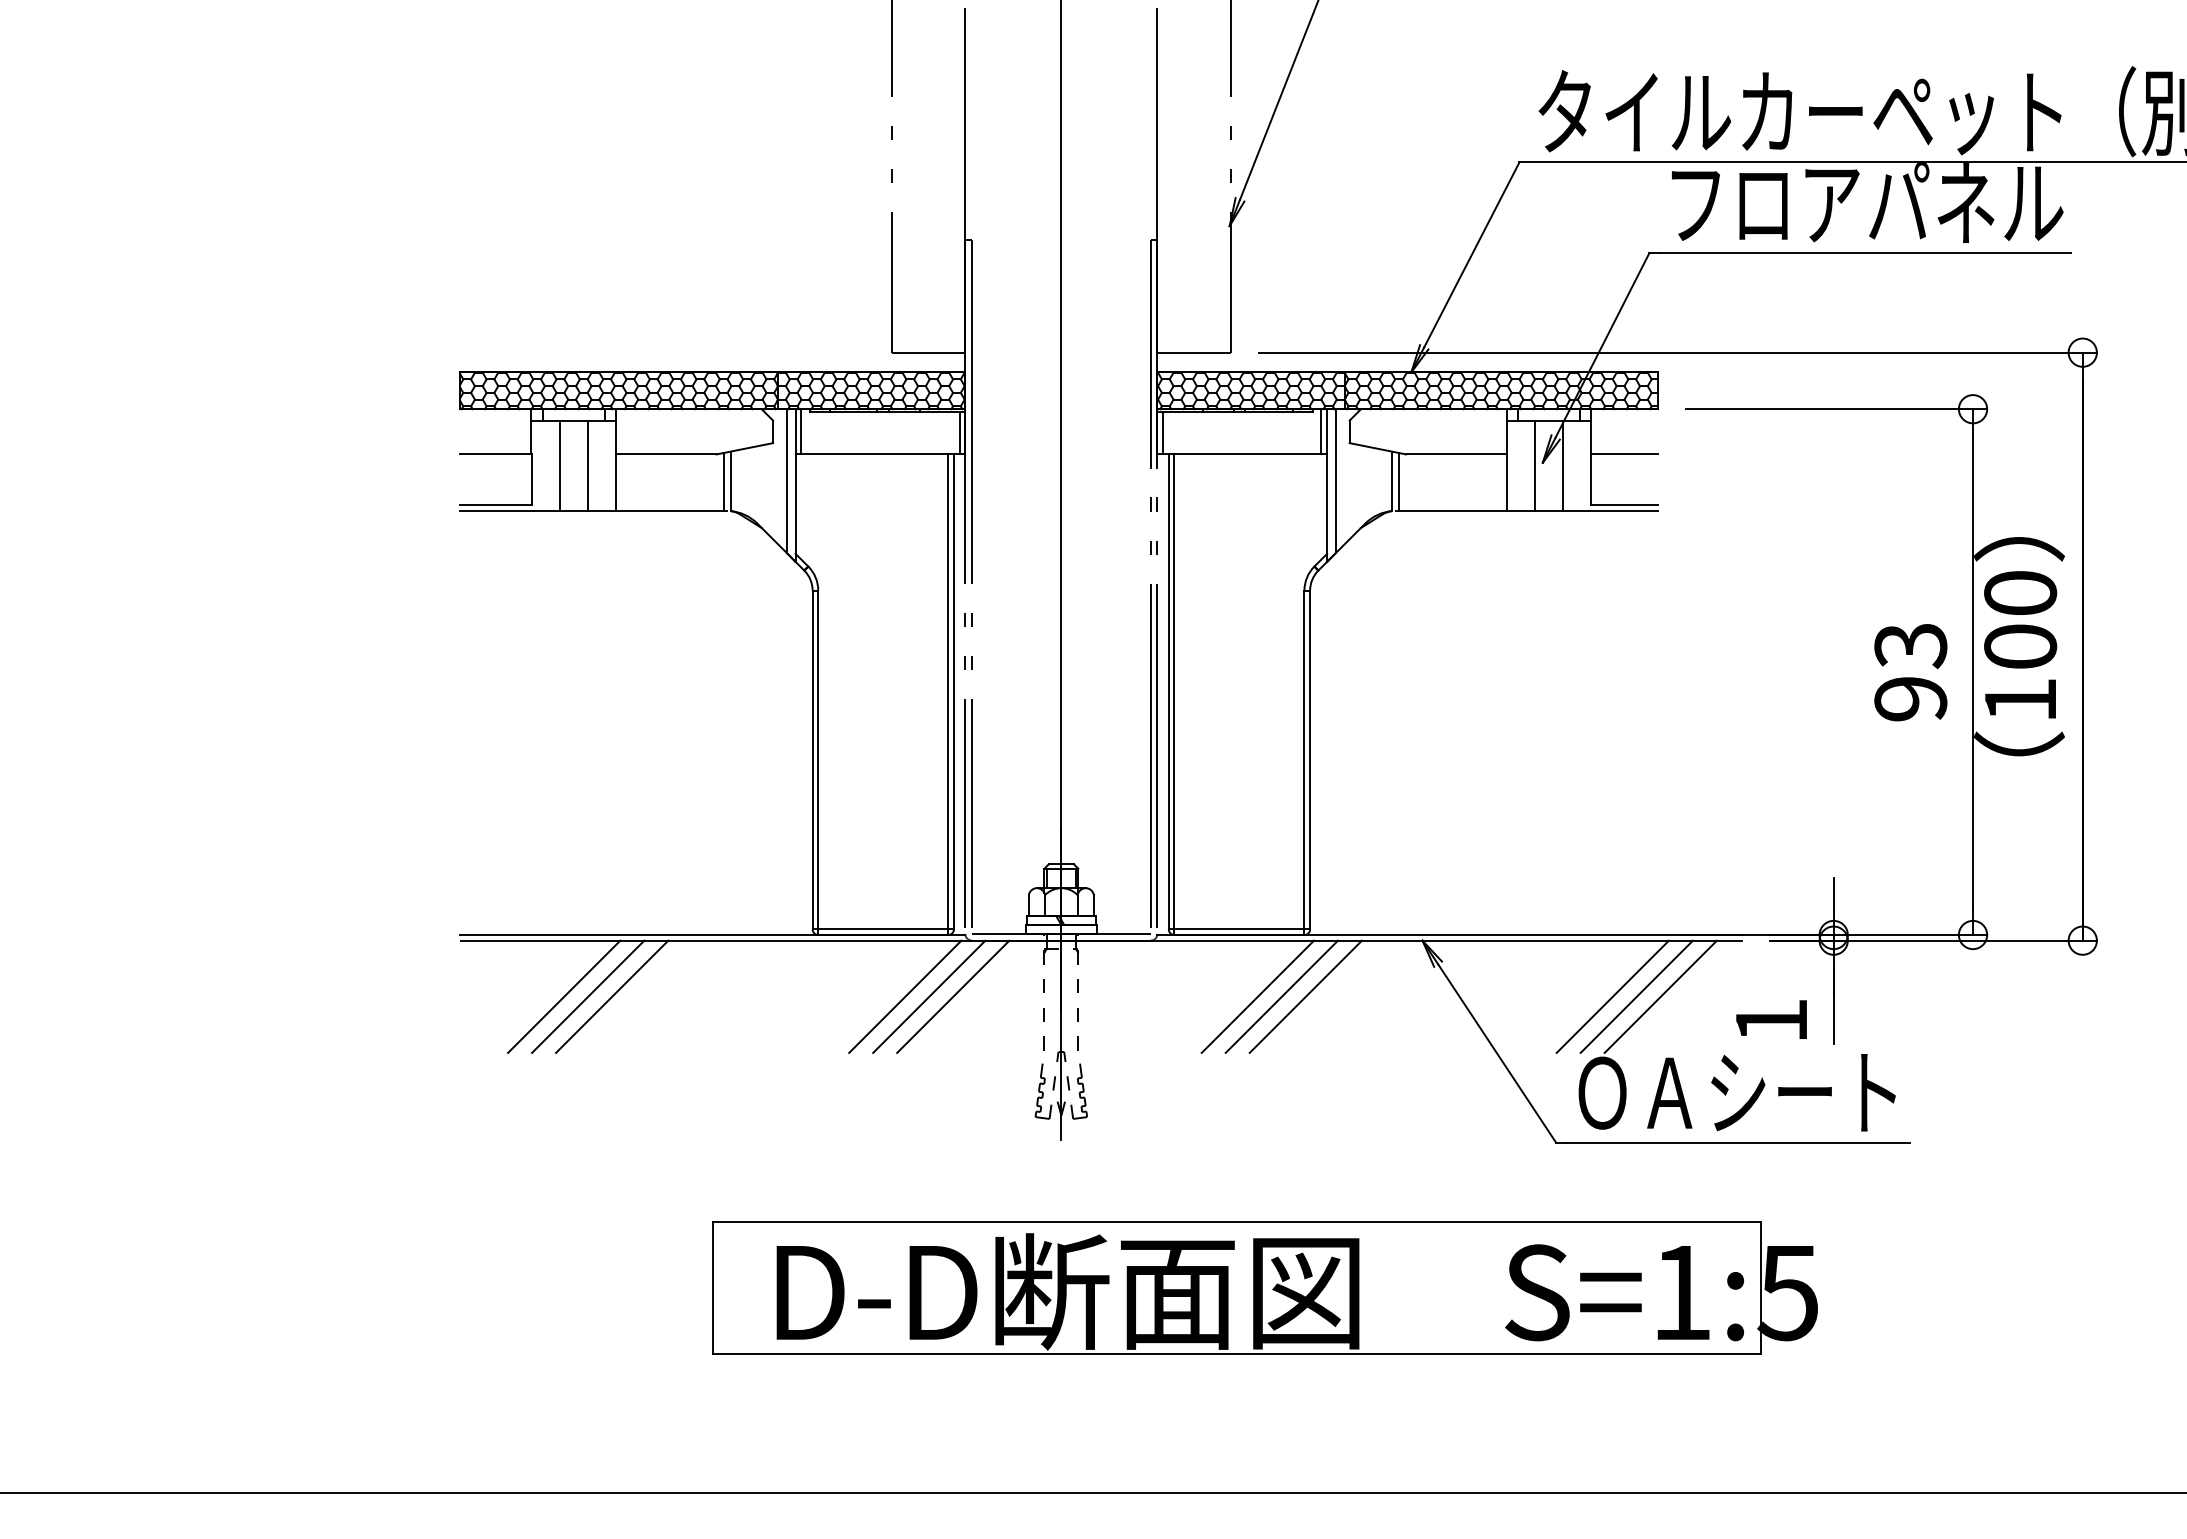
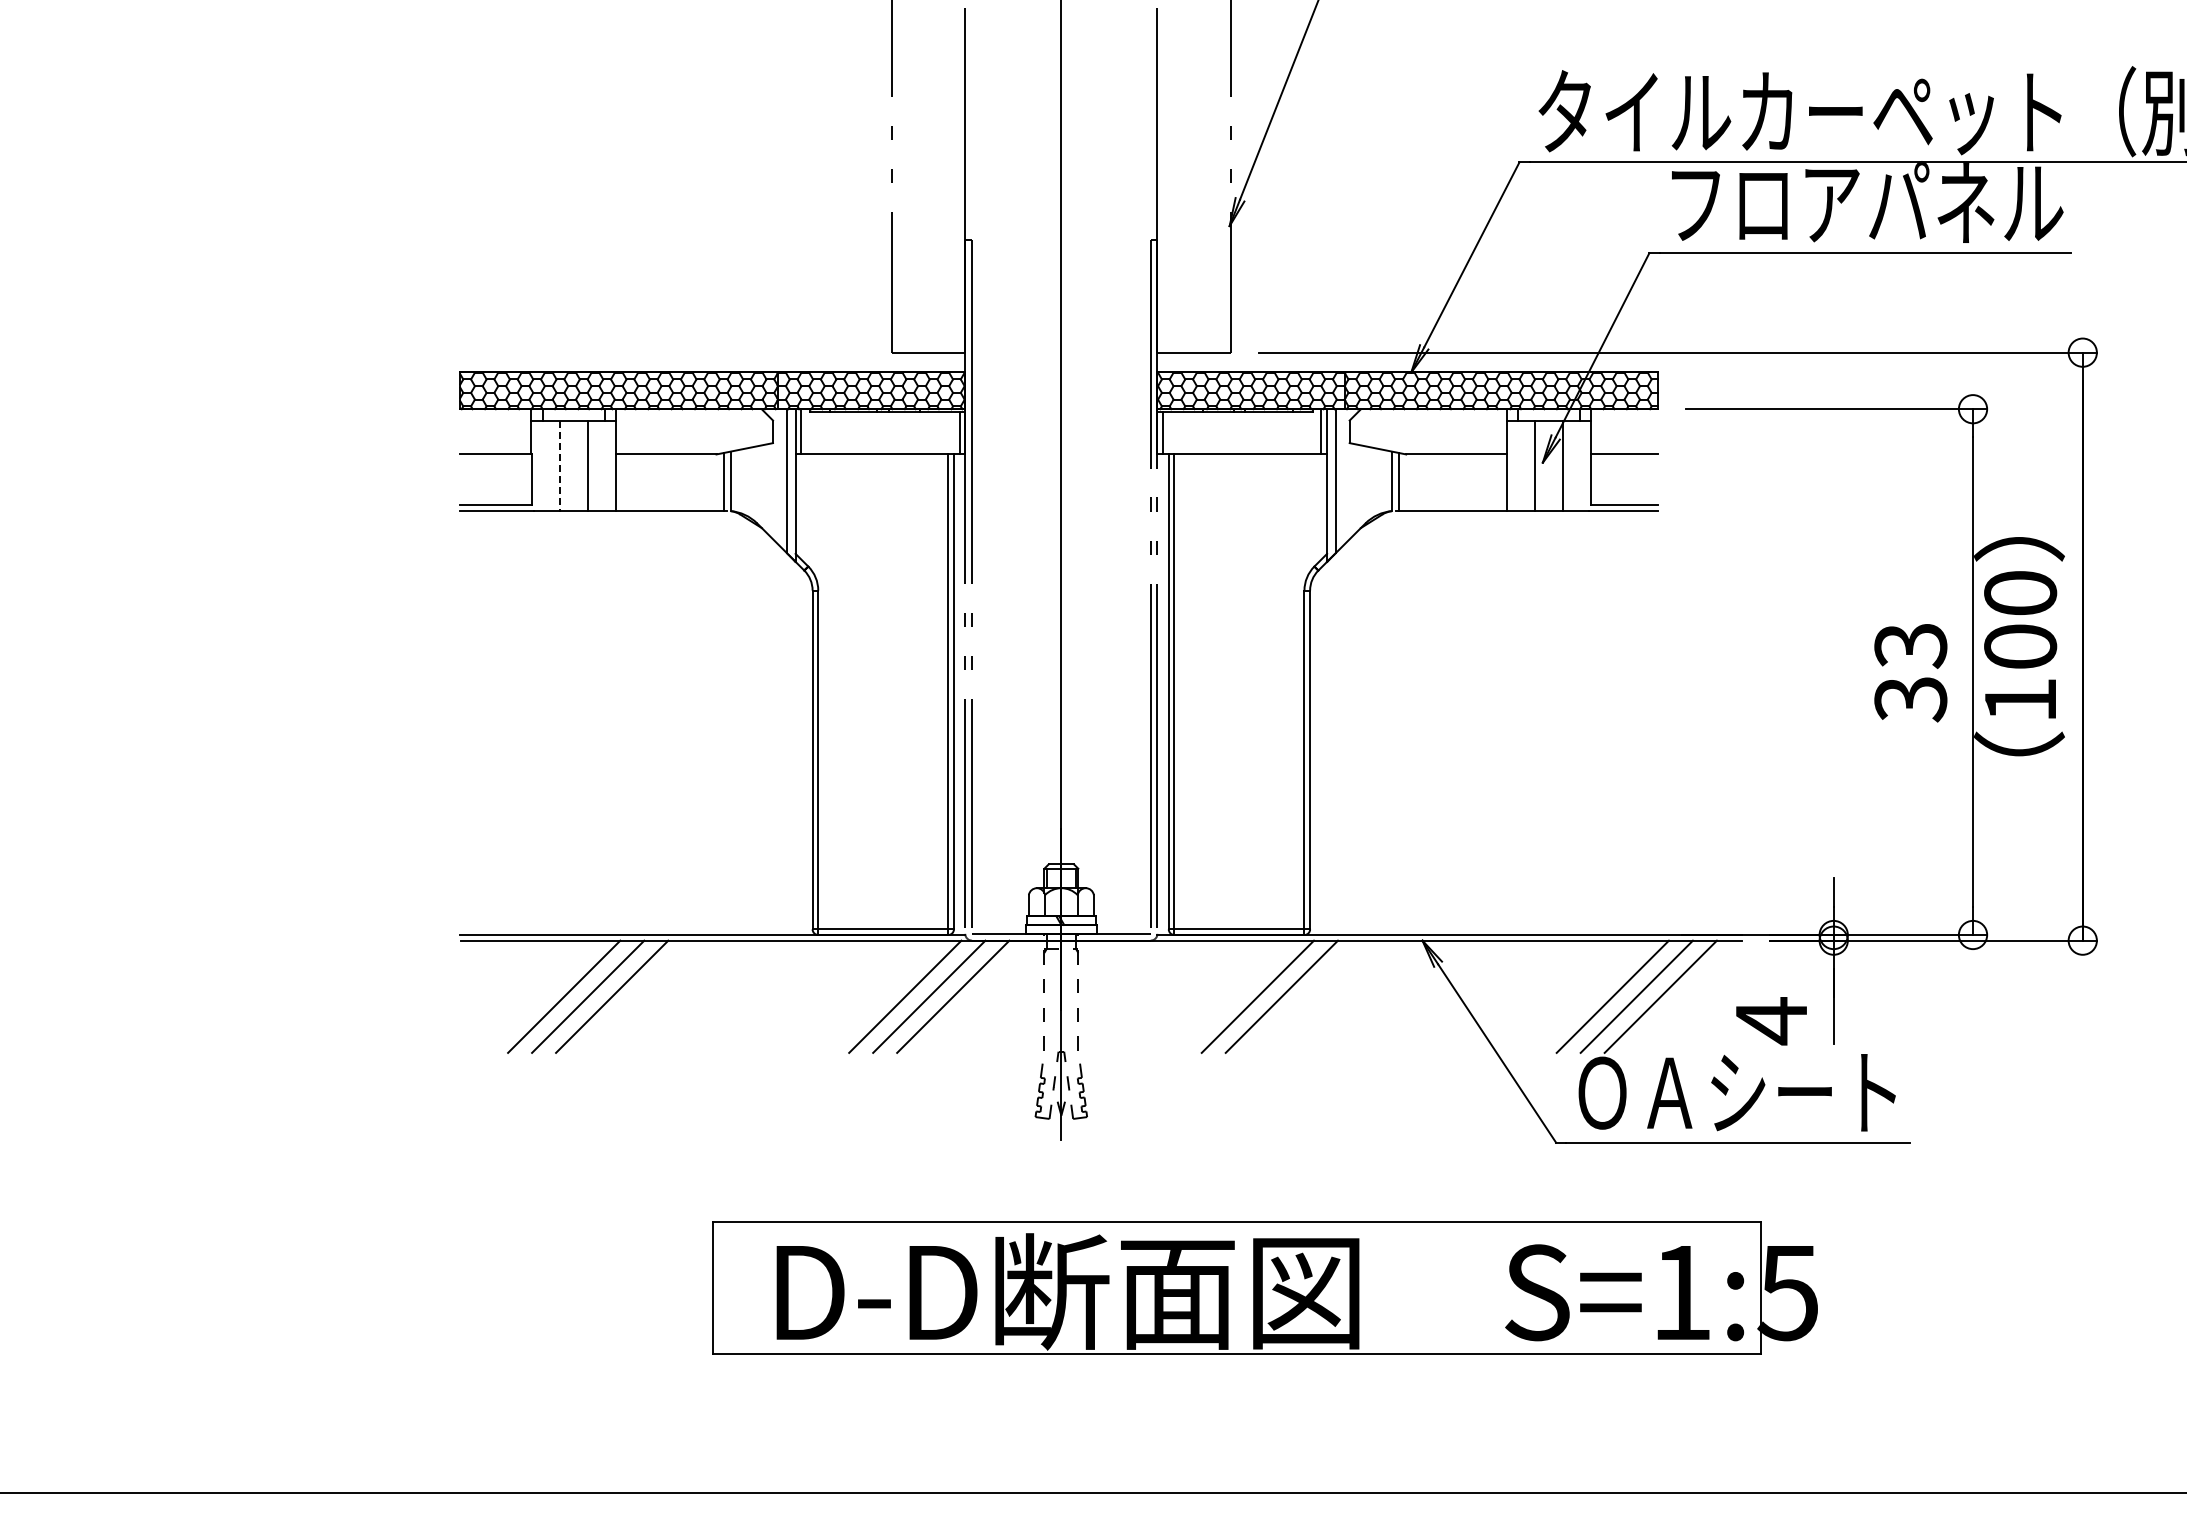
line at (559, 466): solid -> dashed
text at (1910, 699): 93 -> 33
line at (1305, 996): present -> none
text at (1771, 1021): 1 -> 4
